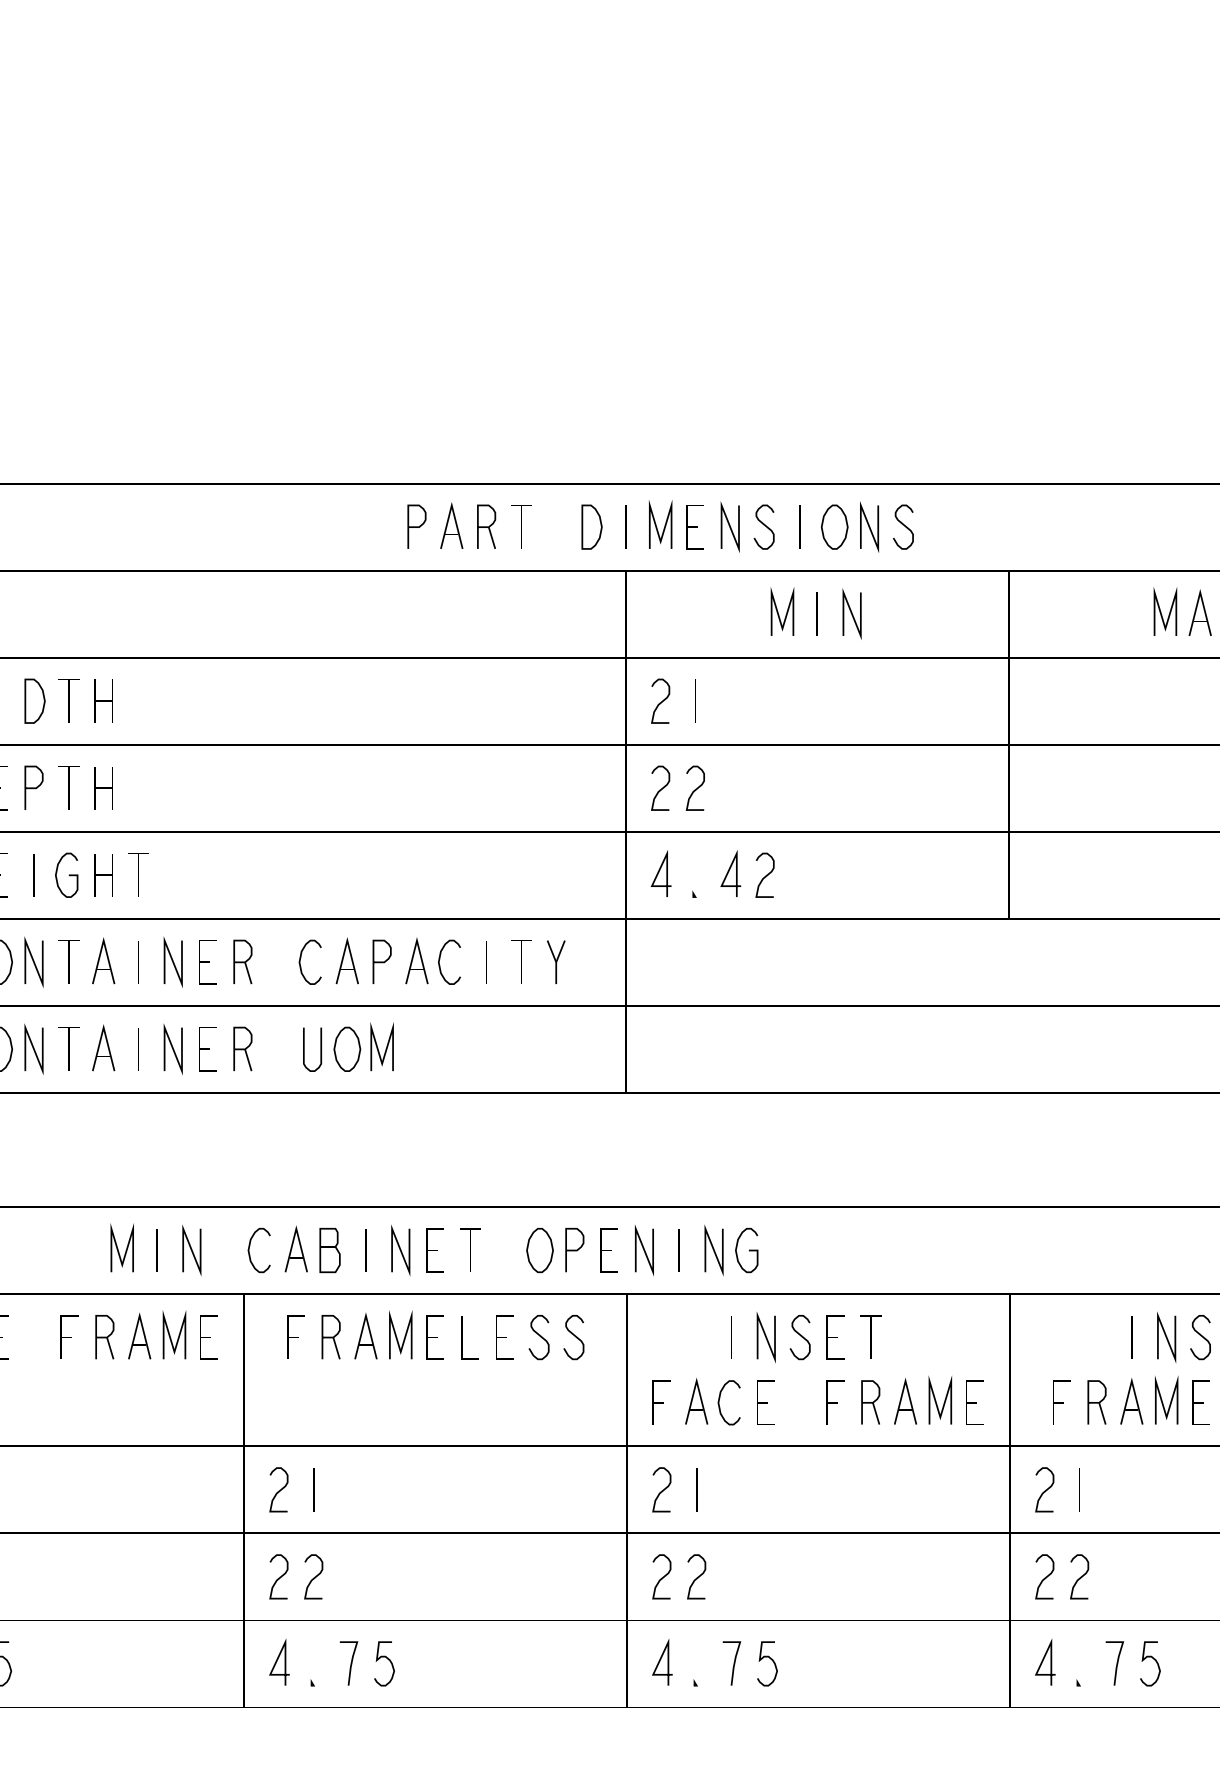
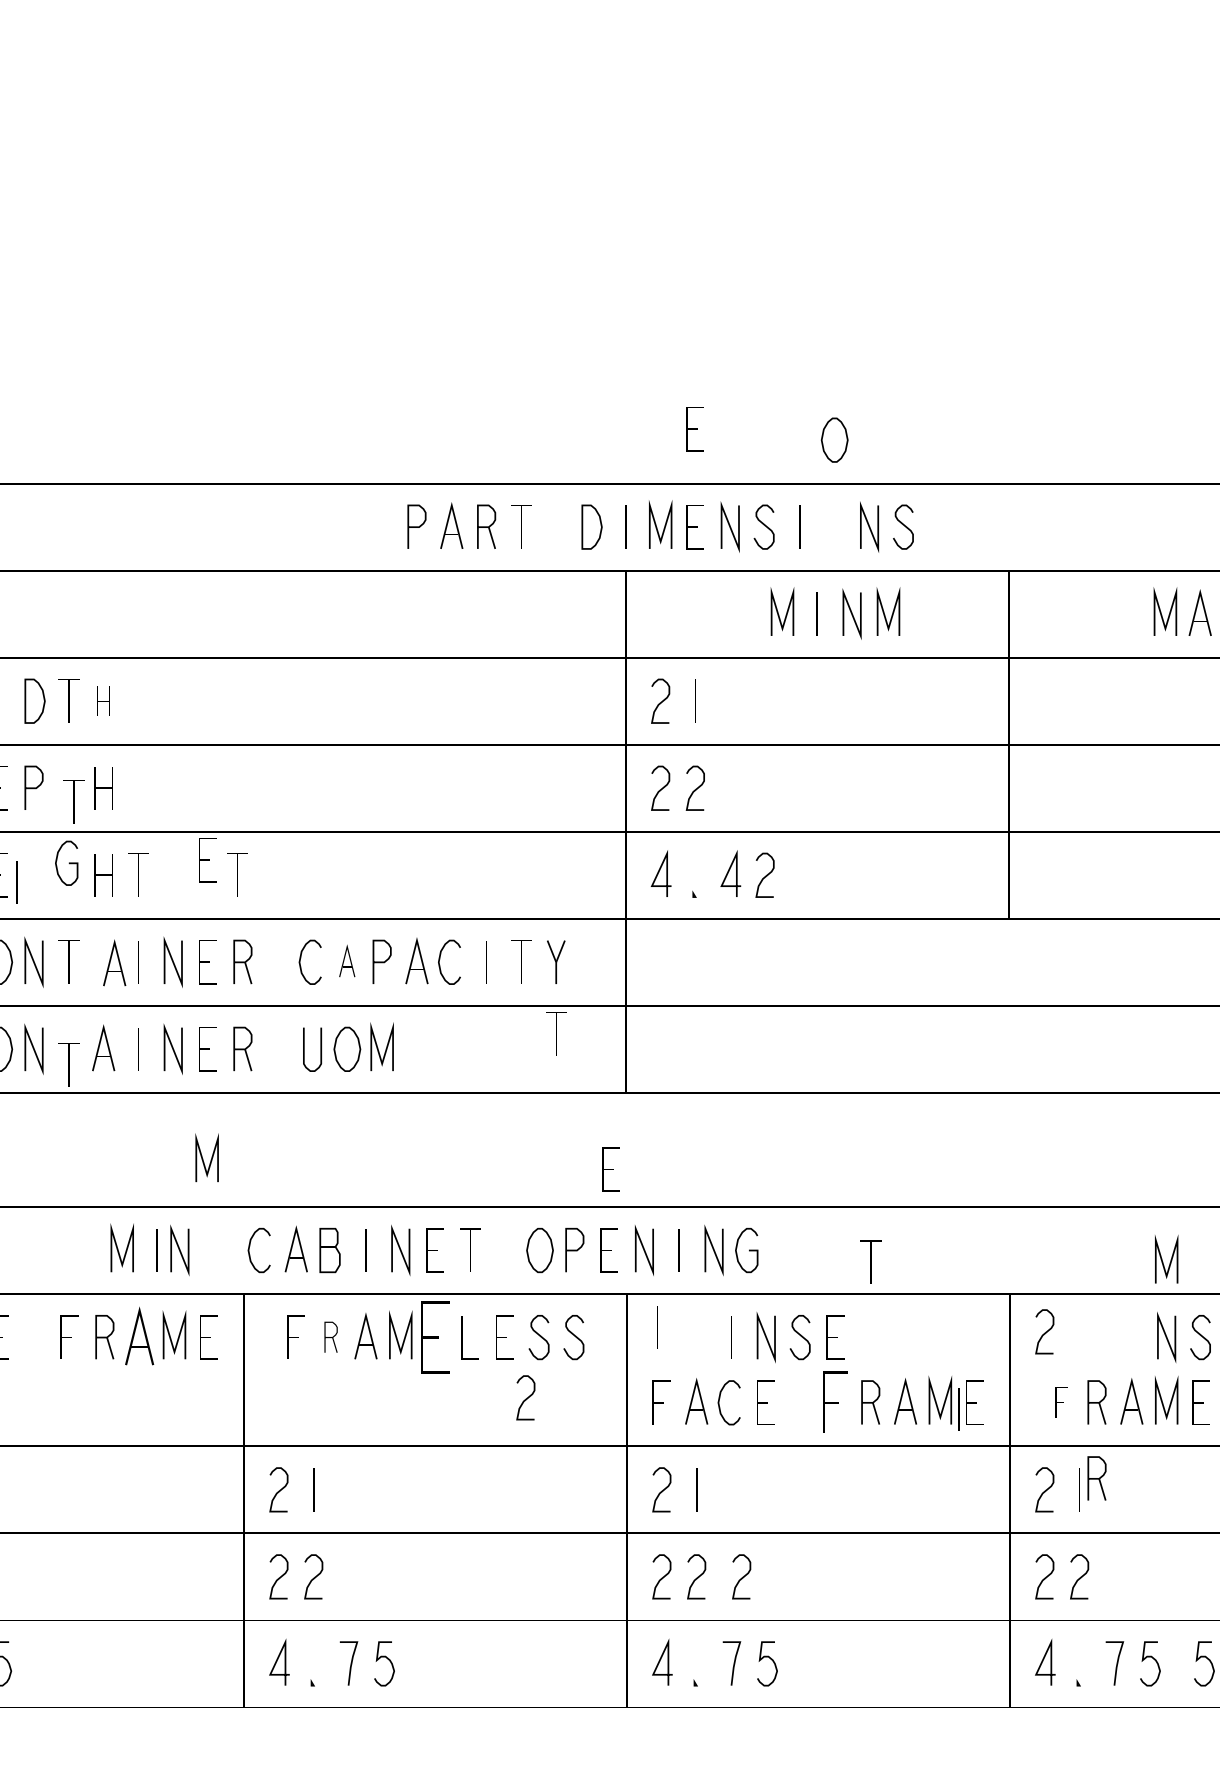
part at (694, 429): none -> present
part at (834, 526) position: (834, 526) -> (834, 439)
line at (884, 611): none -> present
part at (103, 700) size: 19x44 px -> 13x30 px
part at (68, 787) position: (68, 787) -> (73, 801)
part at (207, 860): none -> present
part at (237, 874): none -> present
line at (33, 875) position: (33, 875) -> (16, 882)
curve at (68, 875) position: (68, 875) -> (68, 863)
part at (103, 960) position: (103, 960) -> (114, 962)
part at (346, 960) size: 24x48 px -> 17x34 px
part at (556, 1033): none -> present
part at (68, 1048) position: (68, 1048) -> (68, 1064)
line at (203, 1158): none -> present
part at (610, 1169): none -> present
line at (191, 1250) position: (191, 1250) -> (179, 1250)
line at (1162, 1259): none -> present
line at (657, 1327): none -> present
curve at (1045, 1331): none -> present
part at (139, 1335) size: 24x48 px -> 30x60 px
part at (870, 1336) position: (870, 1336) -> (870, 1261)
part at (330, 1337) size: 20x45 px -> 14x32 px
part at (434, 1337) size: 18x45 px -> 29x73 px
line at (1131, 1337) position: (1131, 1337) -> (958, 1409)
curve at (525, 1398): none -> present
part at (835, 1402) size: 19x45 px -> 25x62 px
part at (1061, 1402) size: 18x45 px -> 13x31 px
part at (1096, 1478): none -> present
curve at (742, 1576): none -> present
curve at (1207, 1659): none -> present
